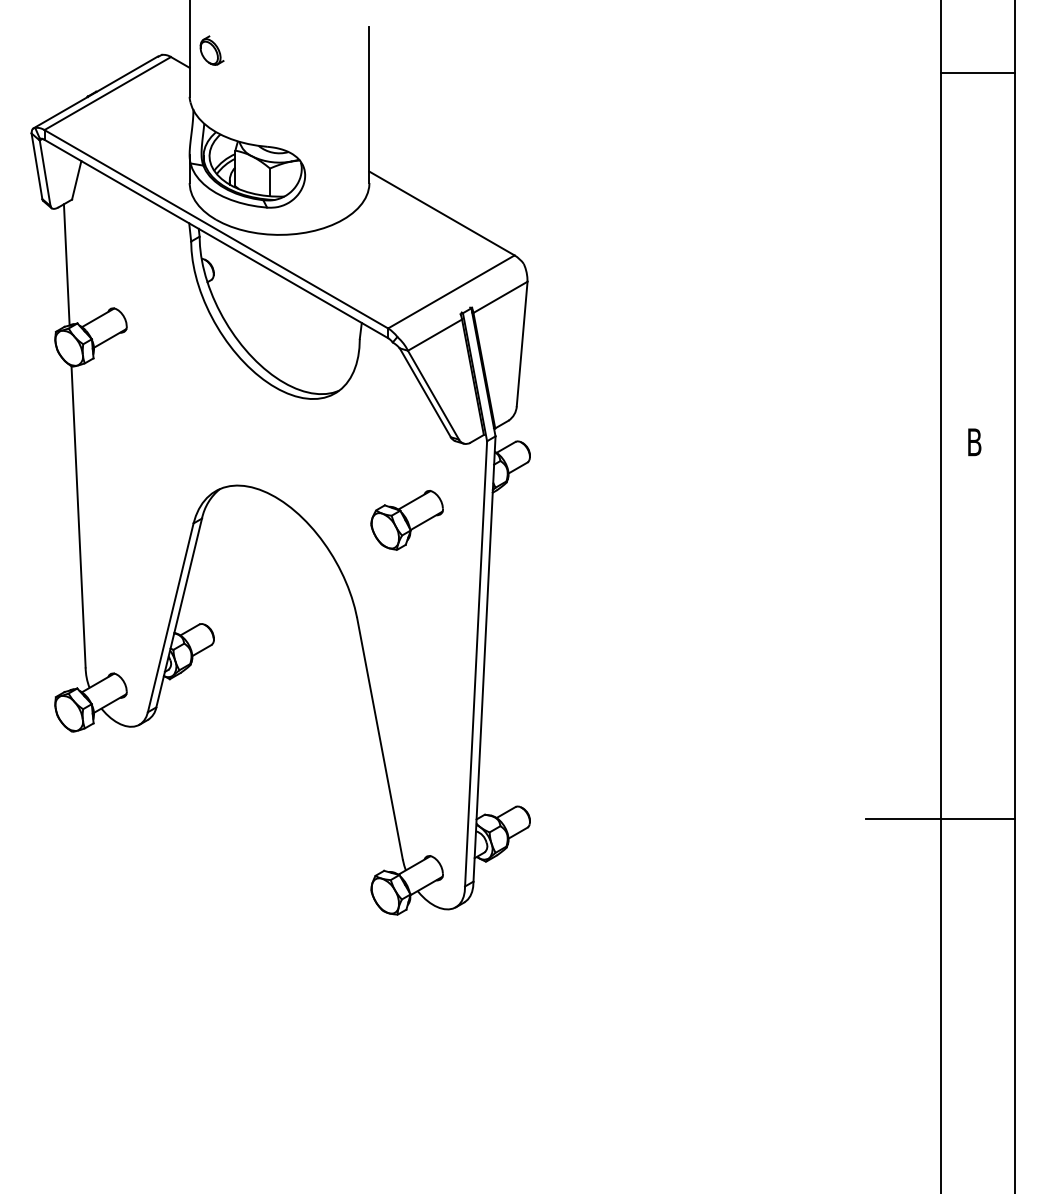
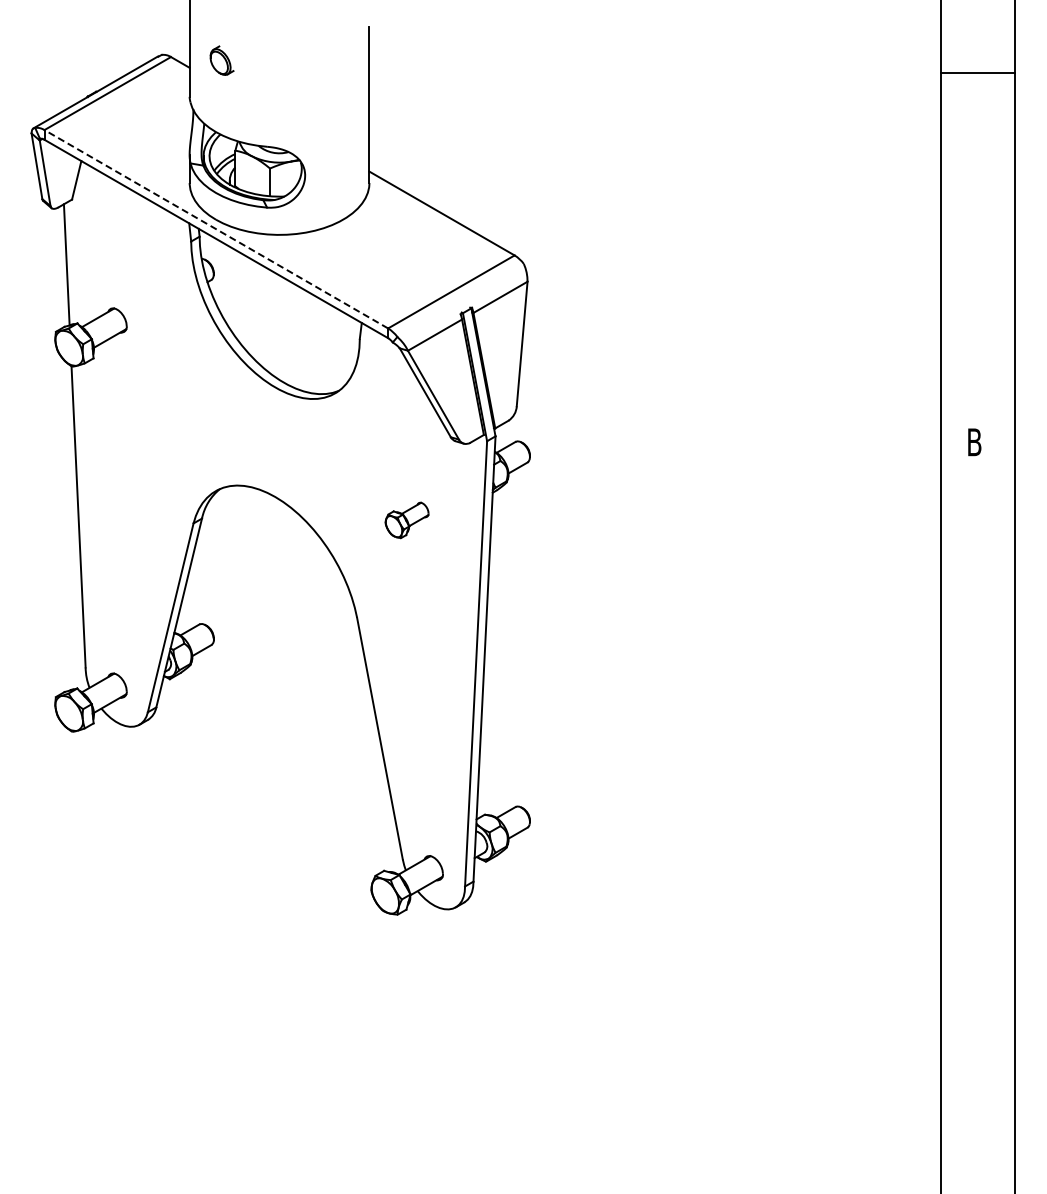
part at (211, 50) position: (211, 50) -> (221, 60)
line at (215, 229): solid -> dashed
part at (406, 520) size: 74x61 px -> 46x39 px
line at (940, 818): present -> none
